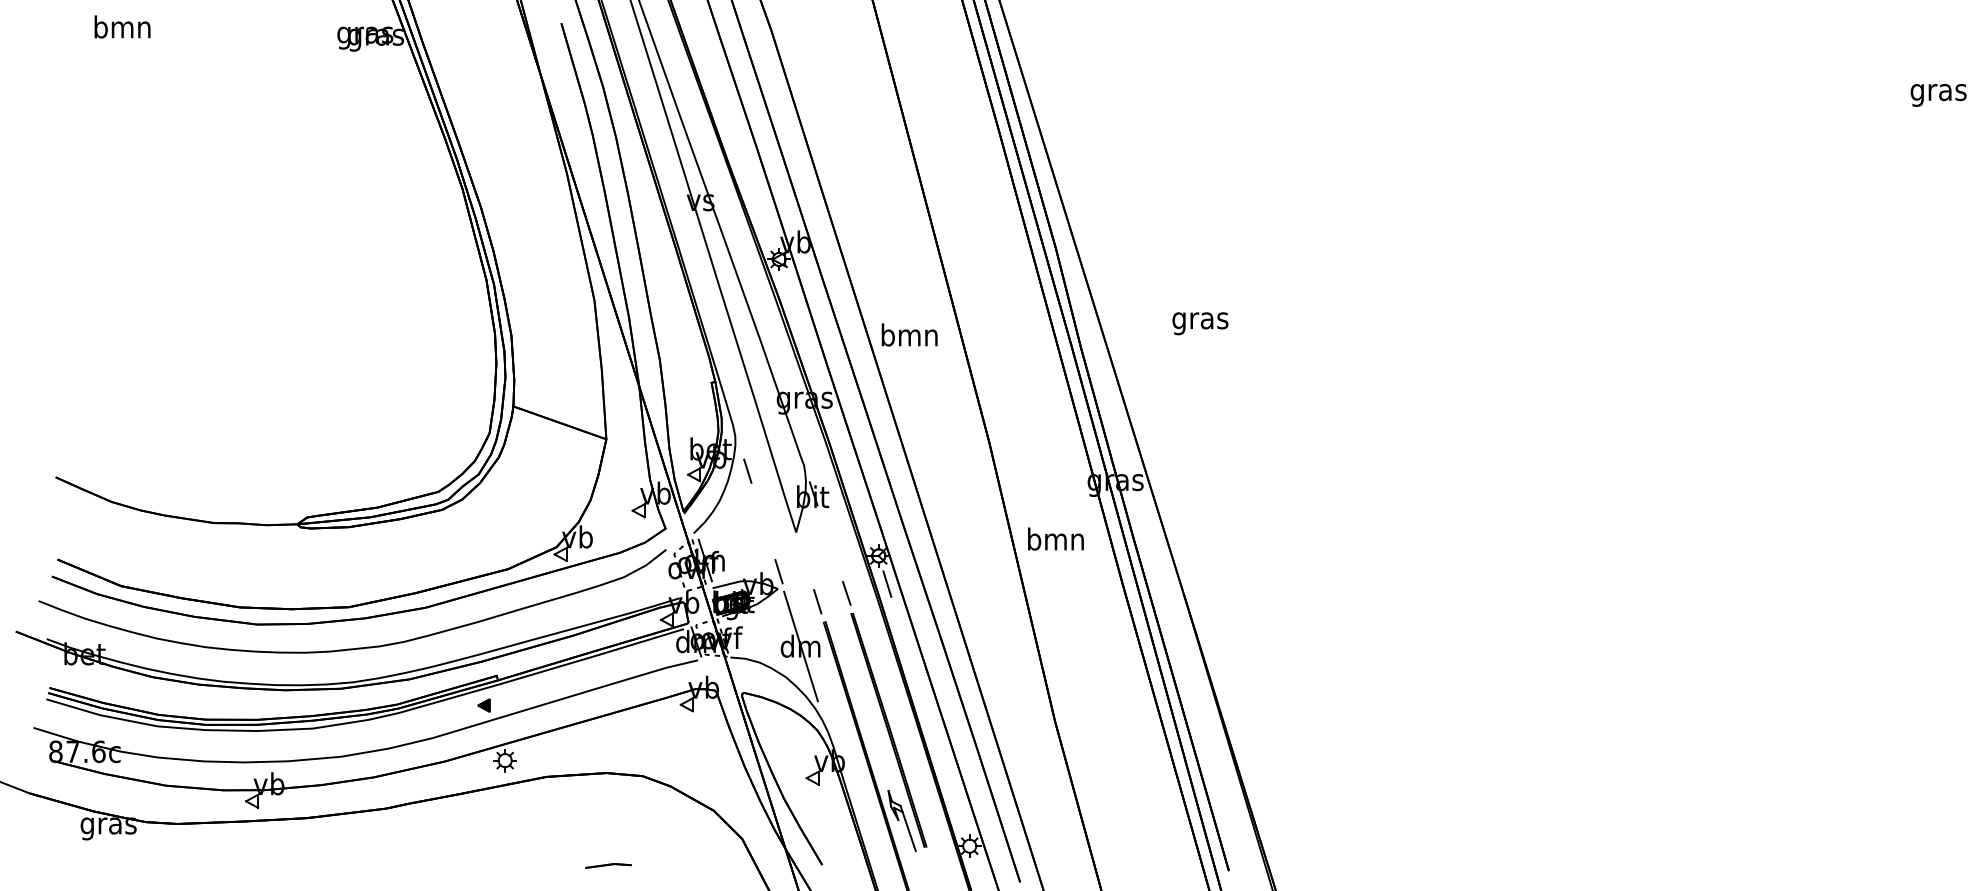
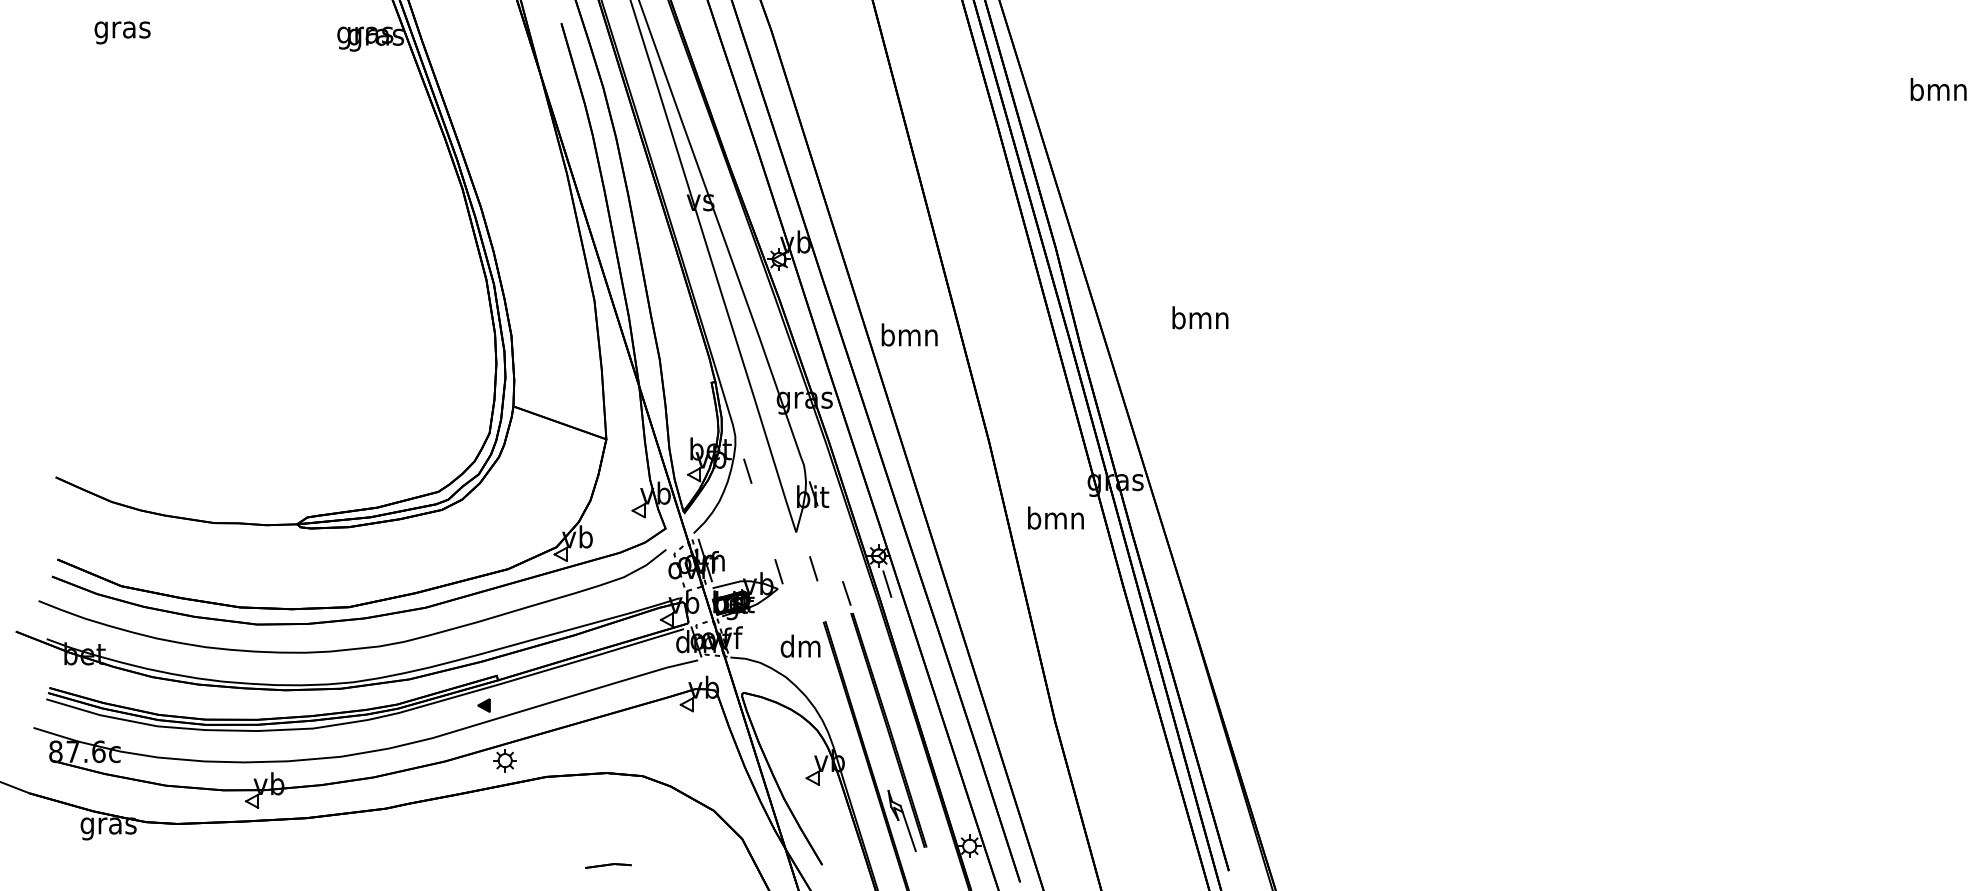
text at (122, 29): bmn -> gras
text at (1938, 92): gras -> bmn
text at (1200, 320): gras -> bmn
text at (1055, 538) position: (1055, 538) -> (1055, 517)
line at (817, 601) position: (817, 601) -> (813, 568)
line at (800, 646): present -> none
